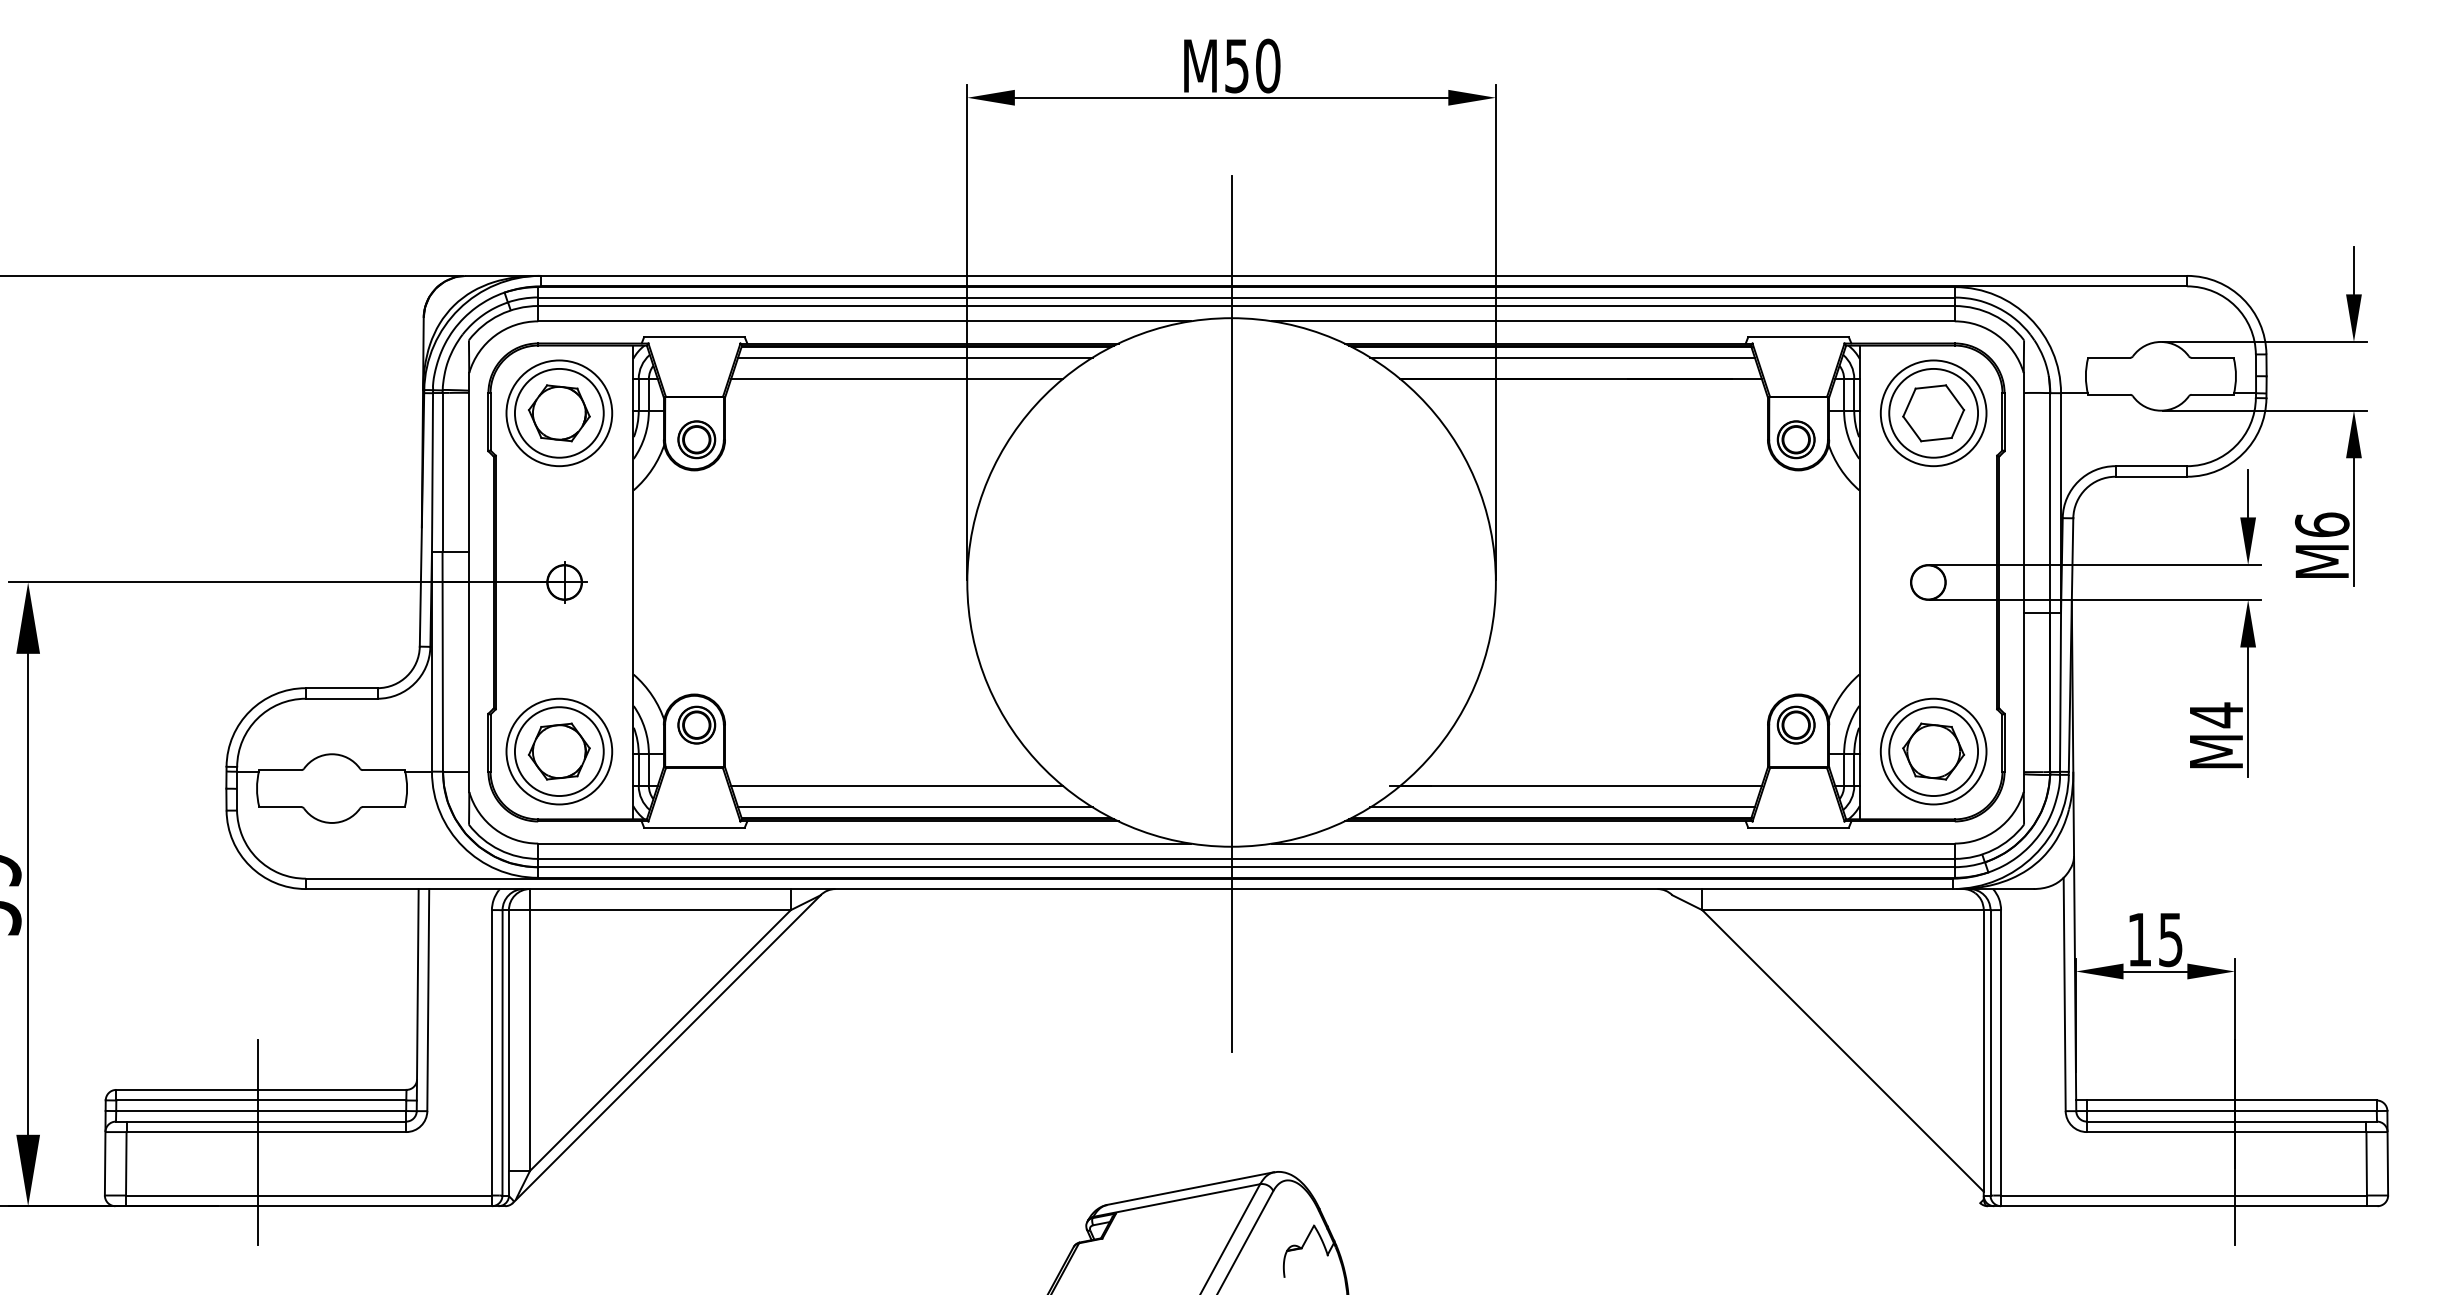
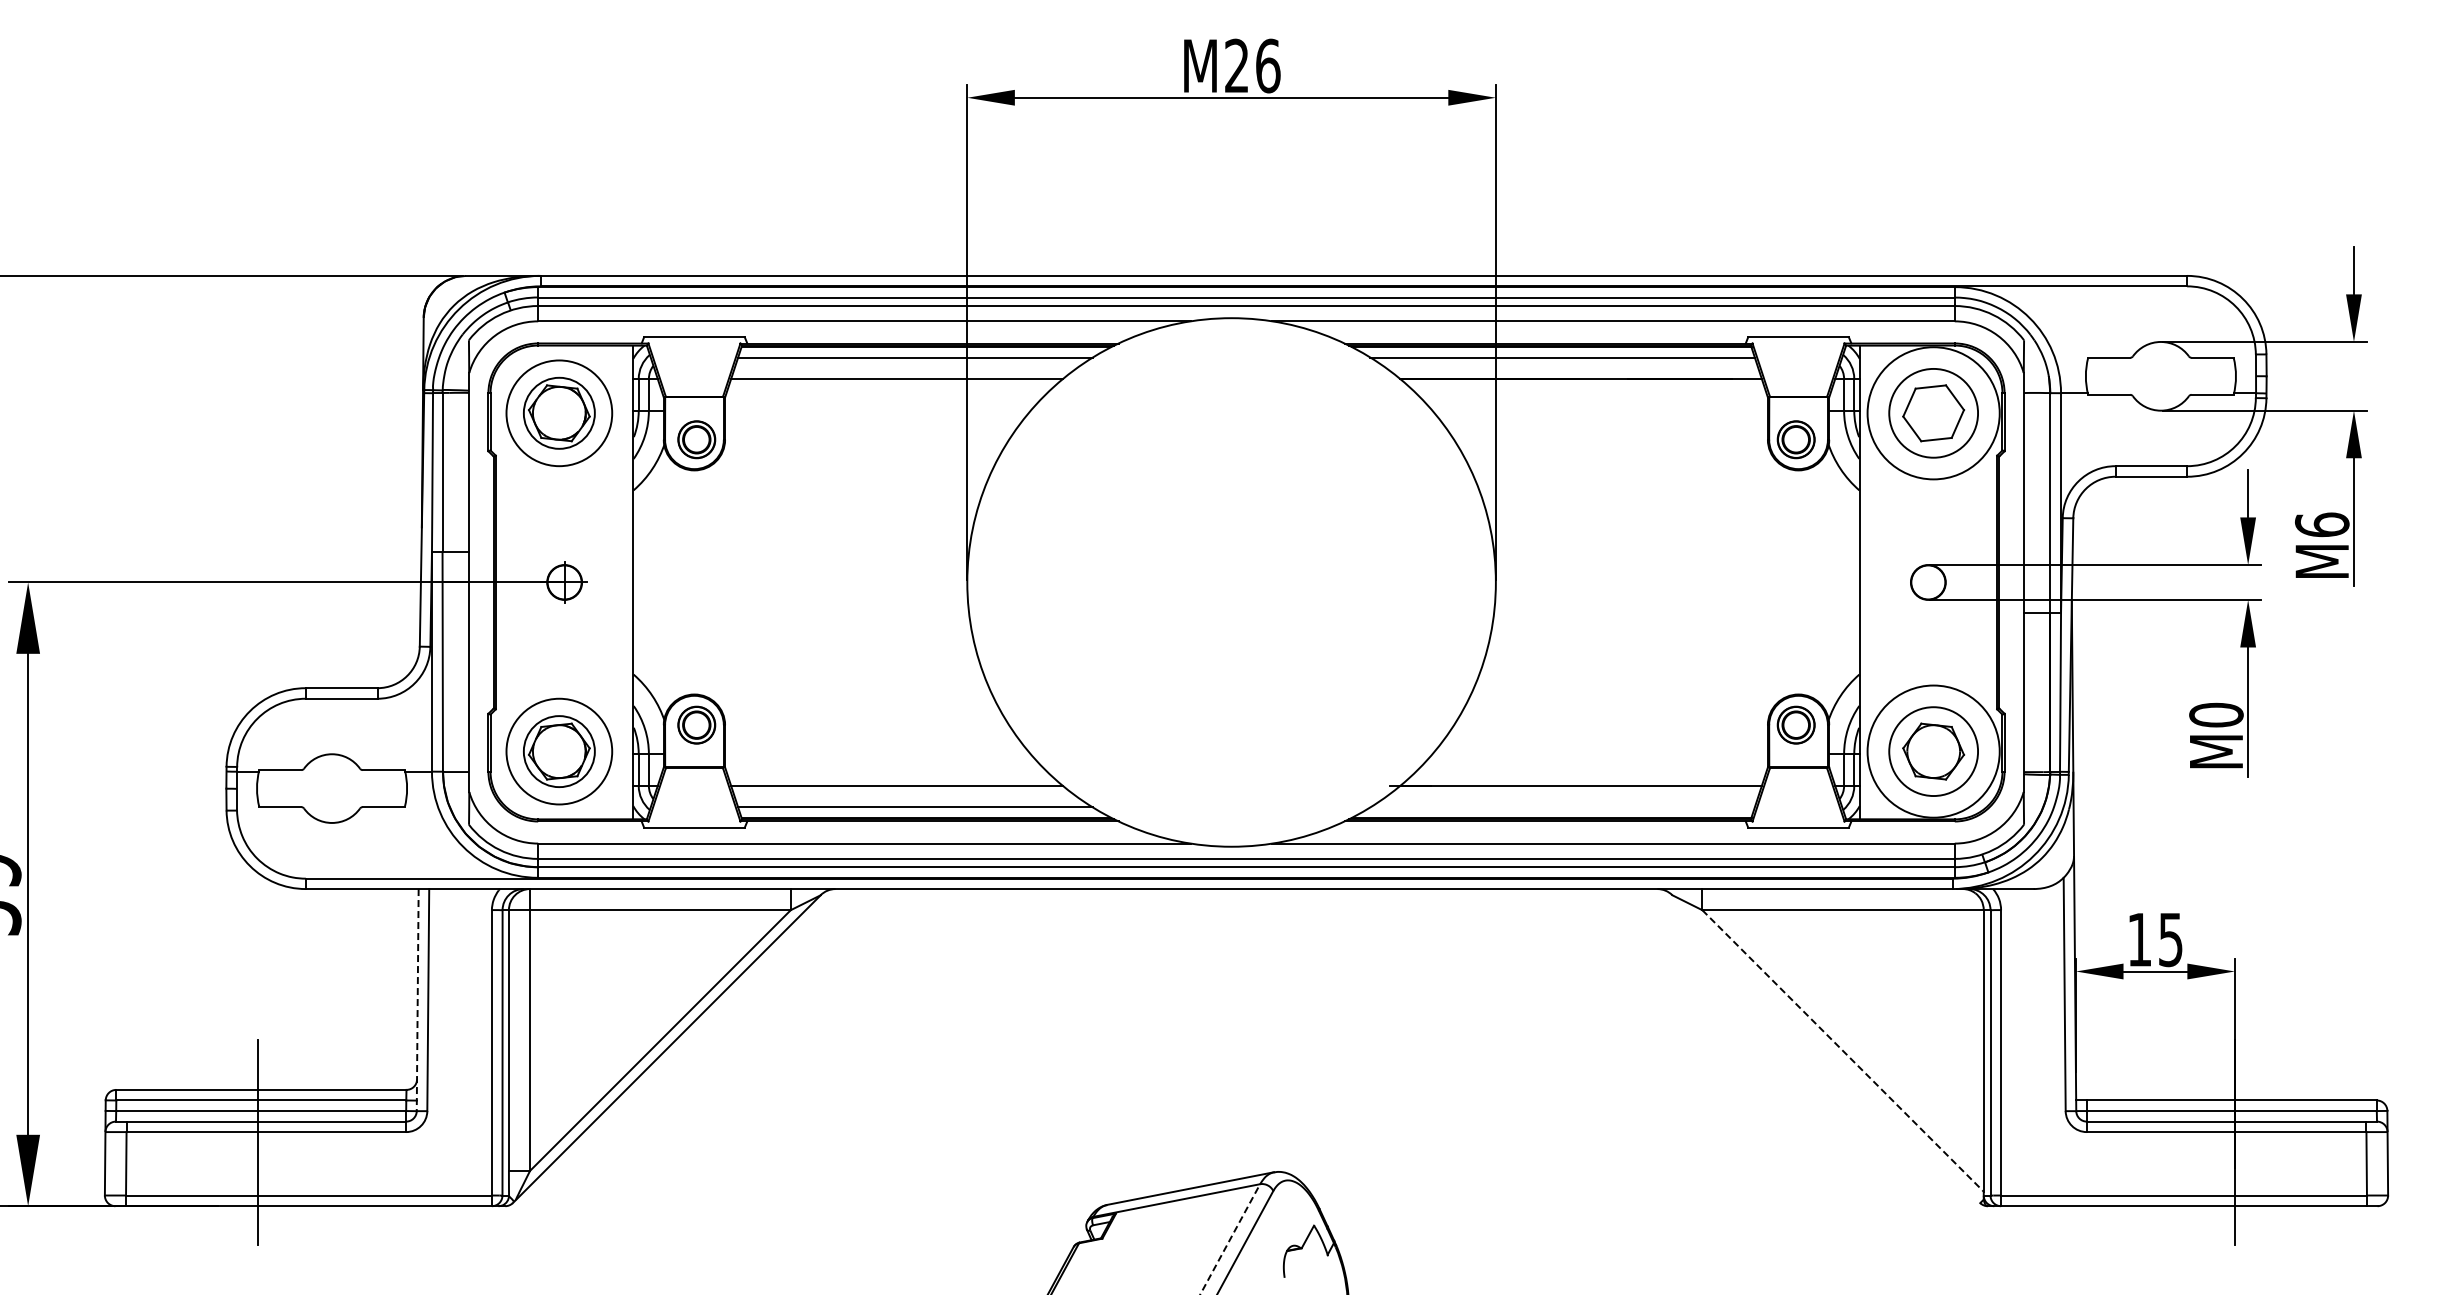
text at (1252, 65): M50 -> M26
circle at (558, 412) diameter: 89 px -> 71 px
circle at (1933, 413) diameter: 106 px -> 132 px
line at (1231, 613): present -> none
text at (2216, 715): M4 -> M0
circle at (558, 751) diameter: 89 px -> 71 px
circle at (1933, 751) diameter: 106 px -> 132 px
line at (1562, 807): present -> none
line at (417, 1000): solid -> dashed
line at (1843, 1051): solid -> dashed
line at (1230, 1239): solid -> dashed
